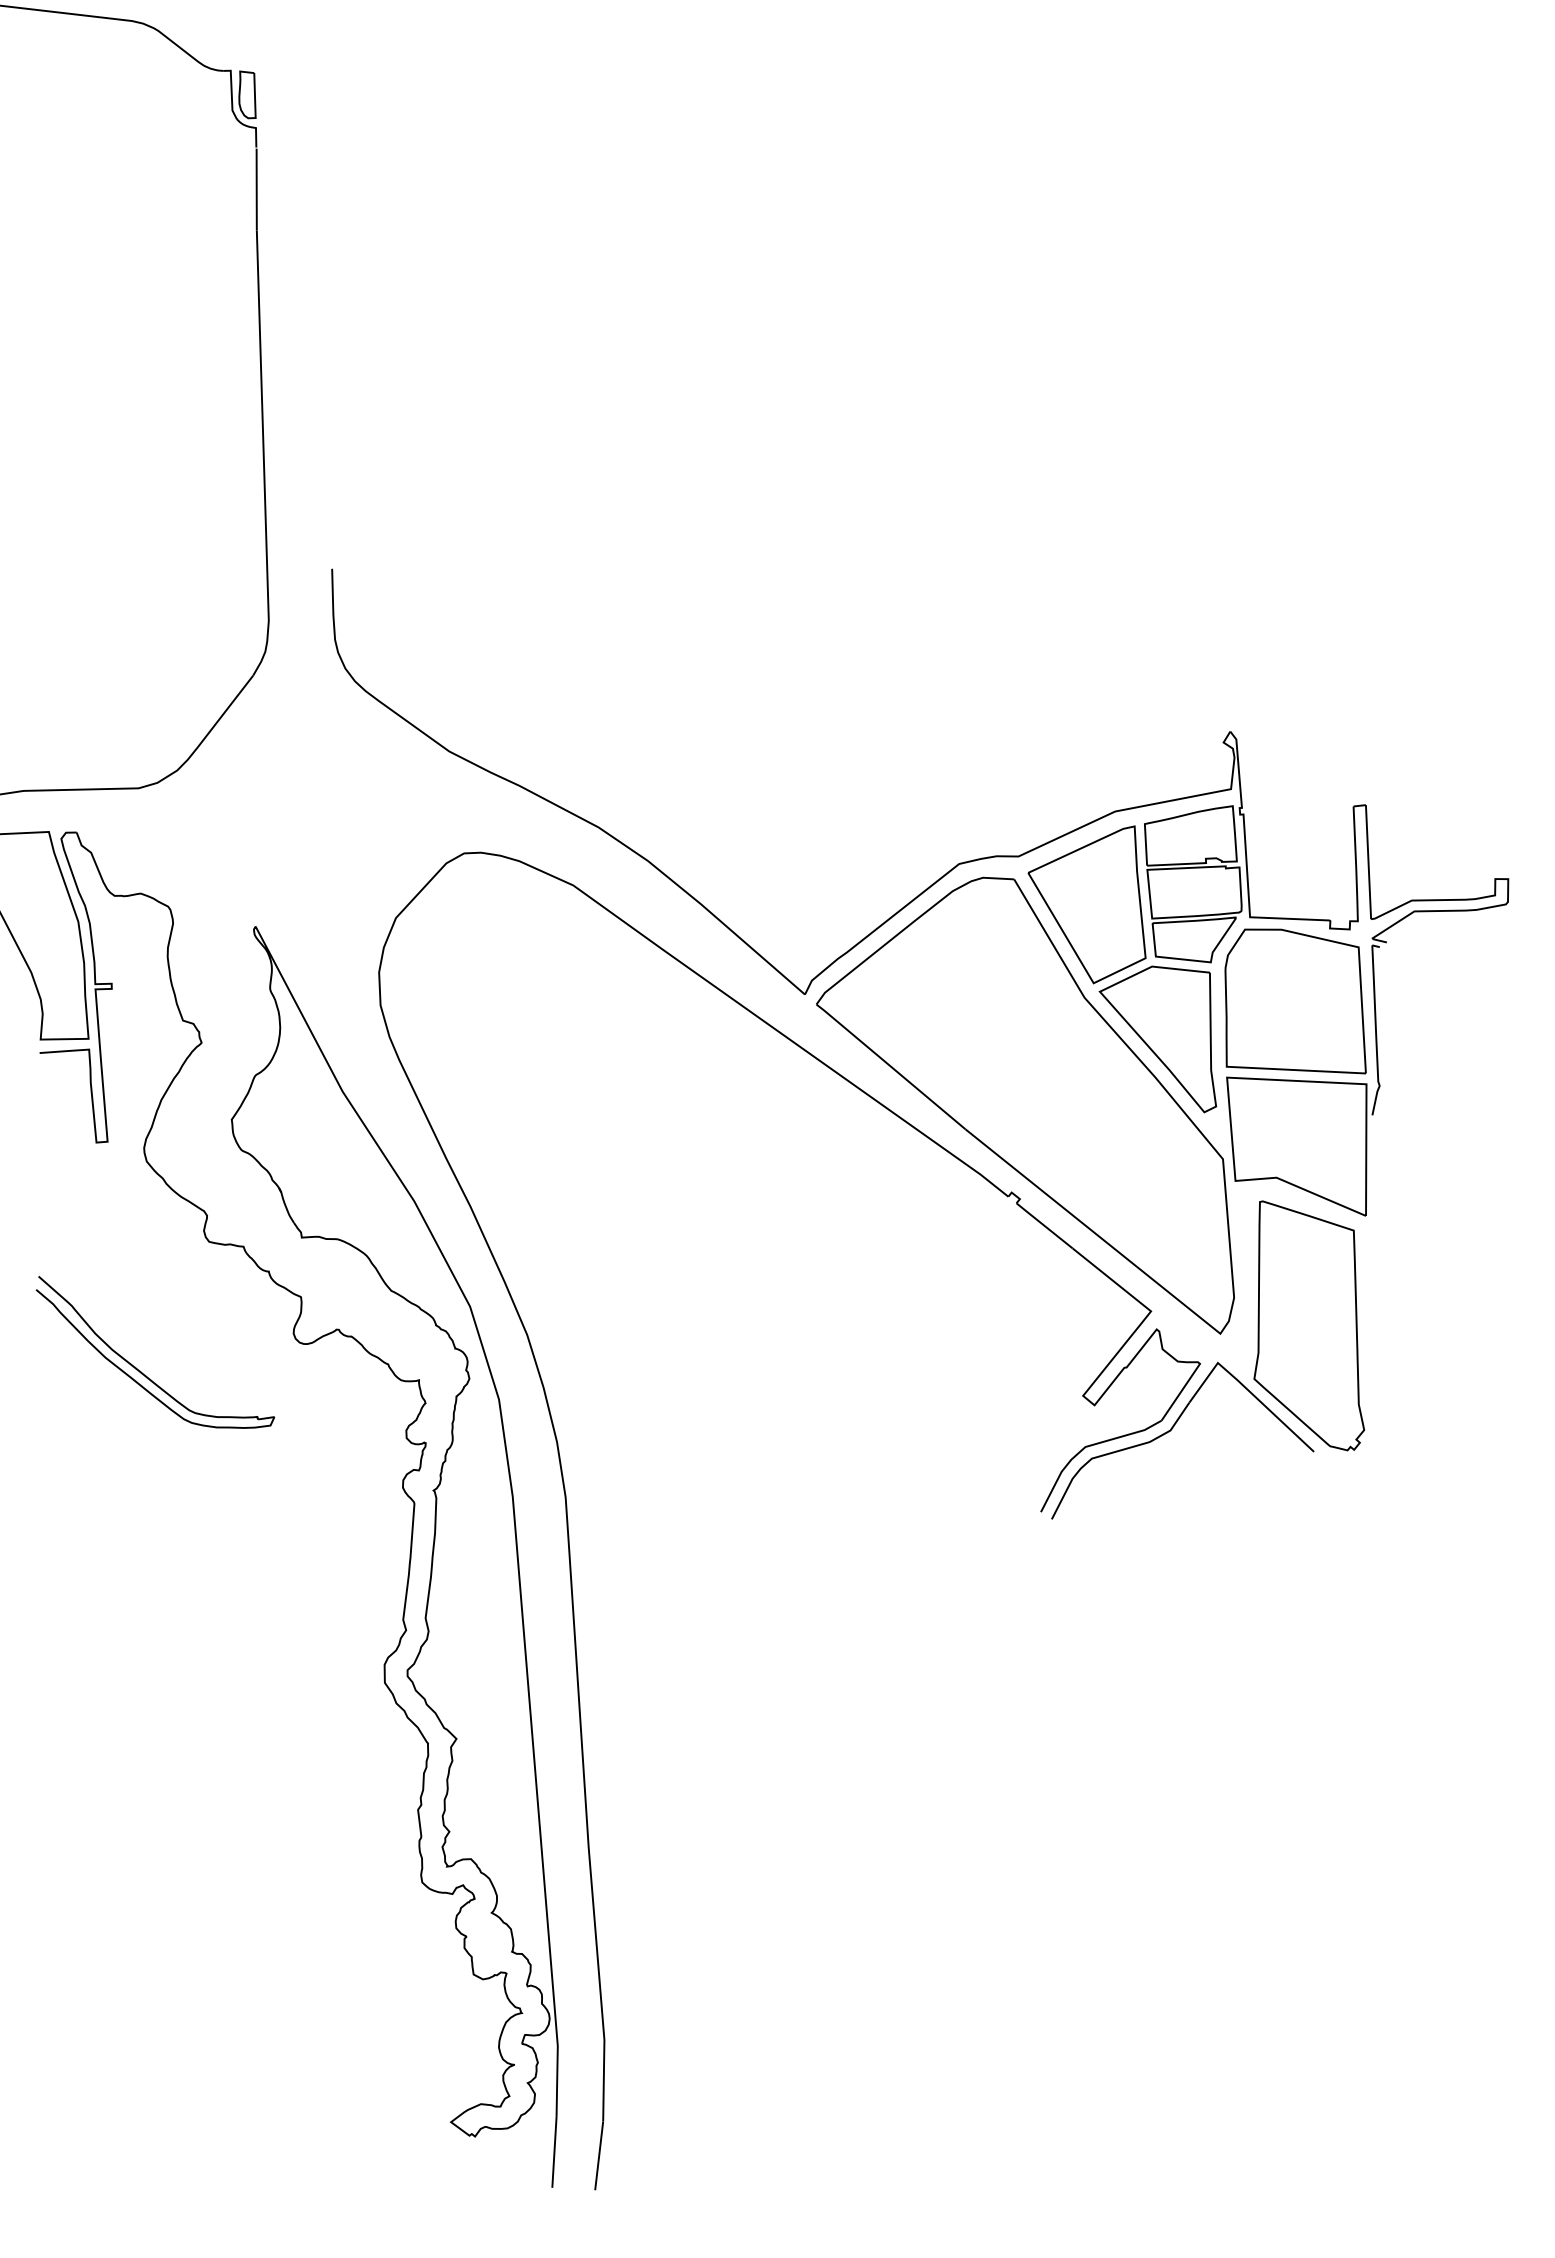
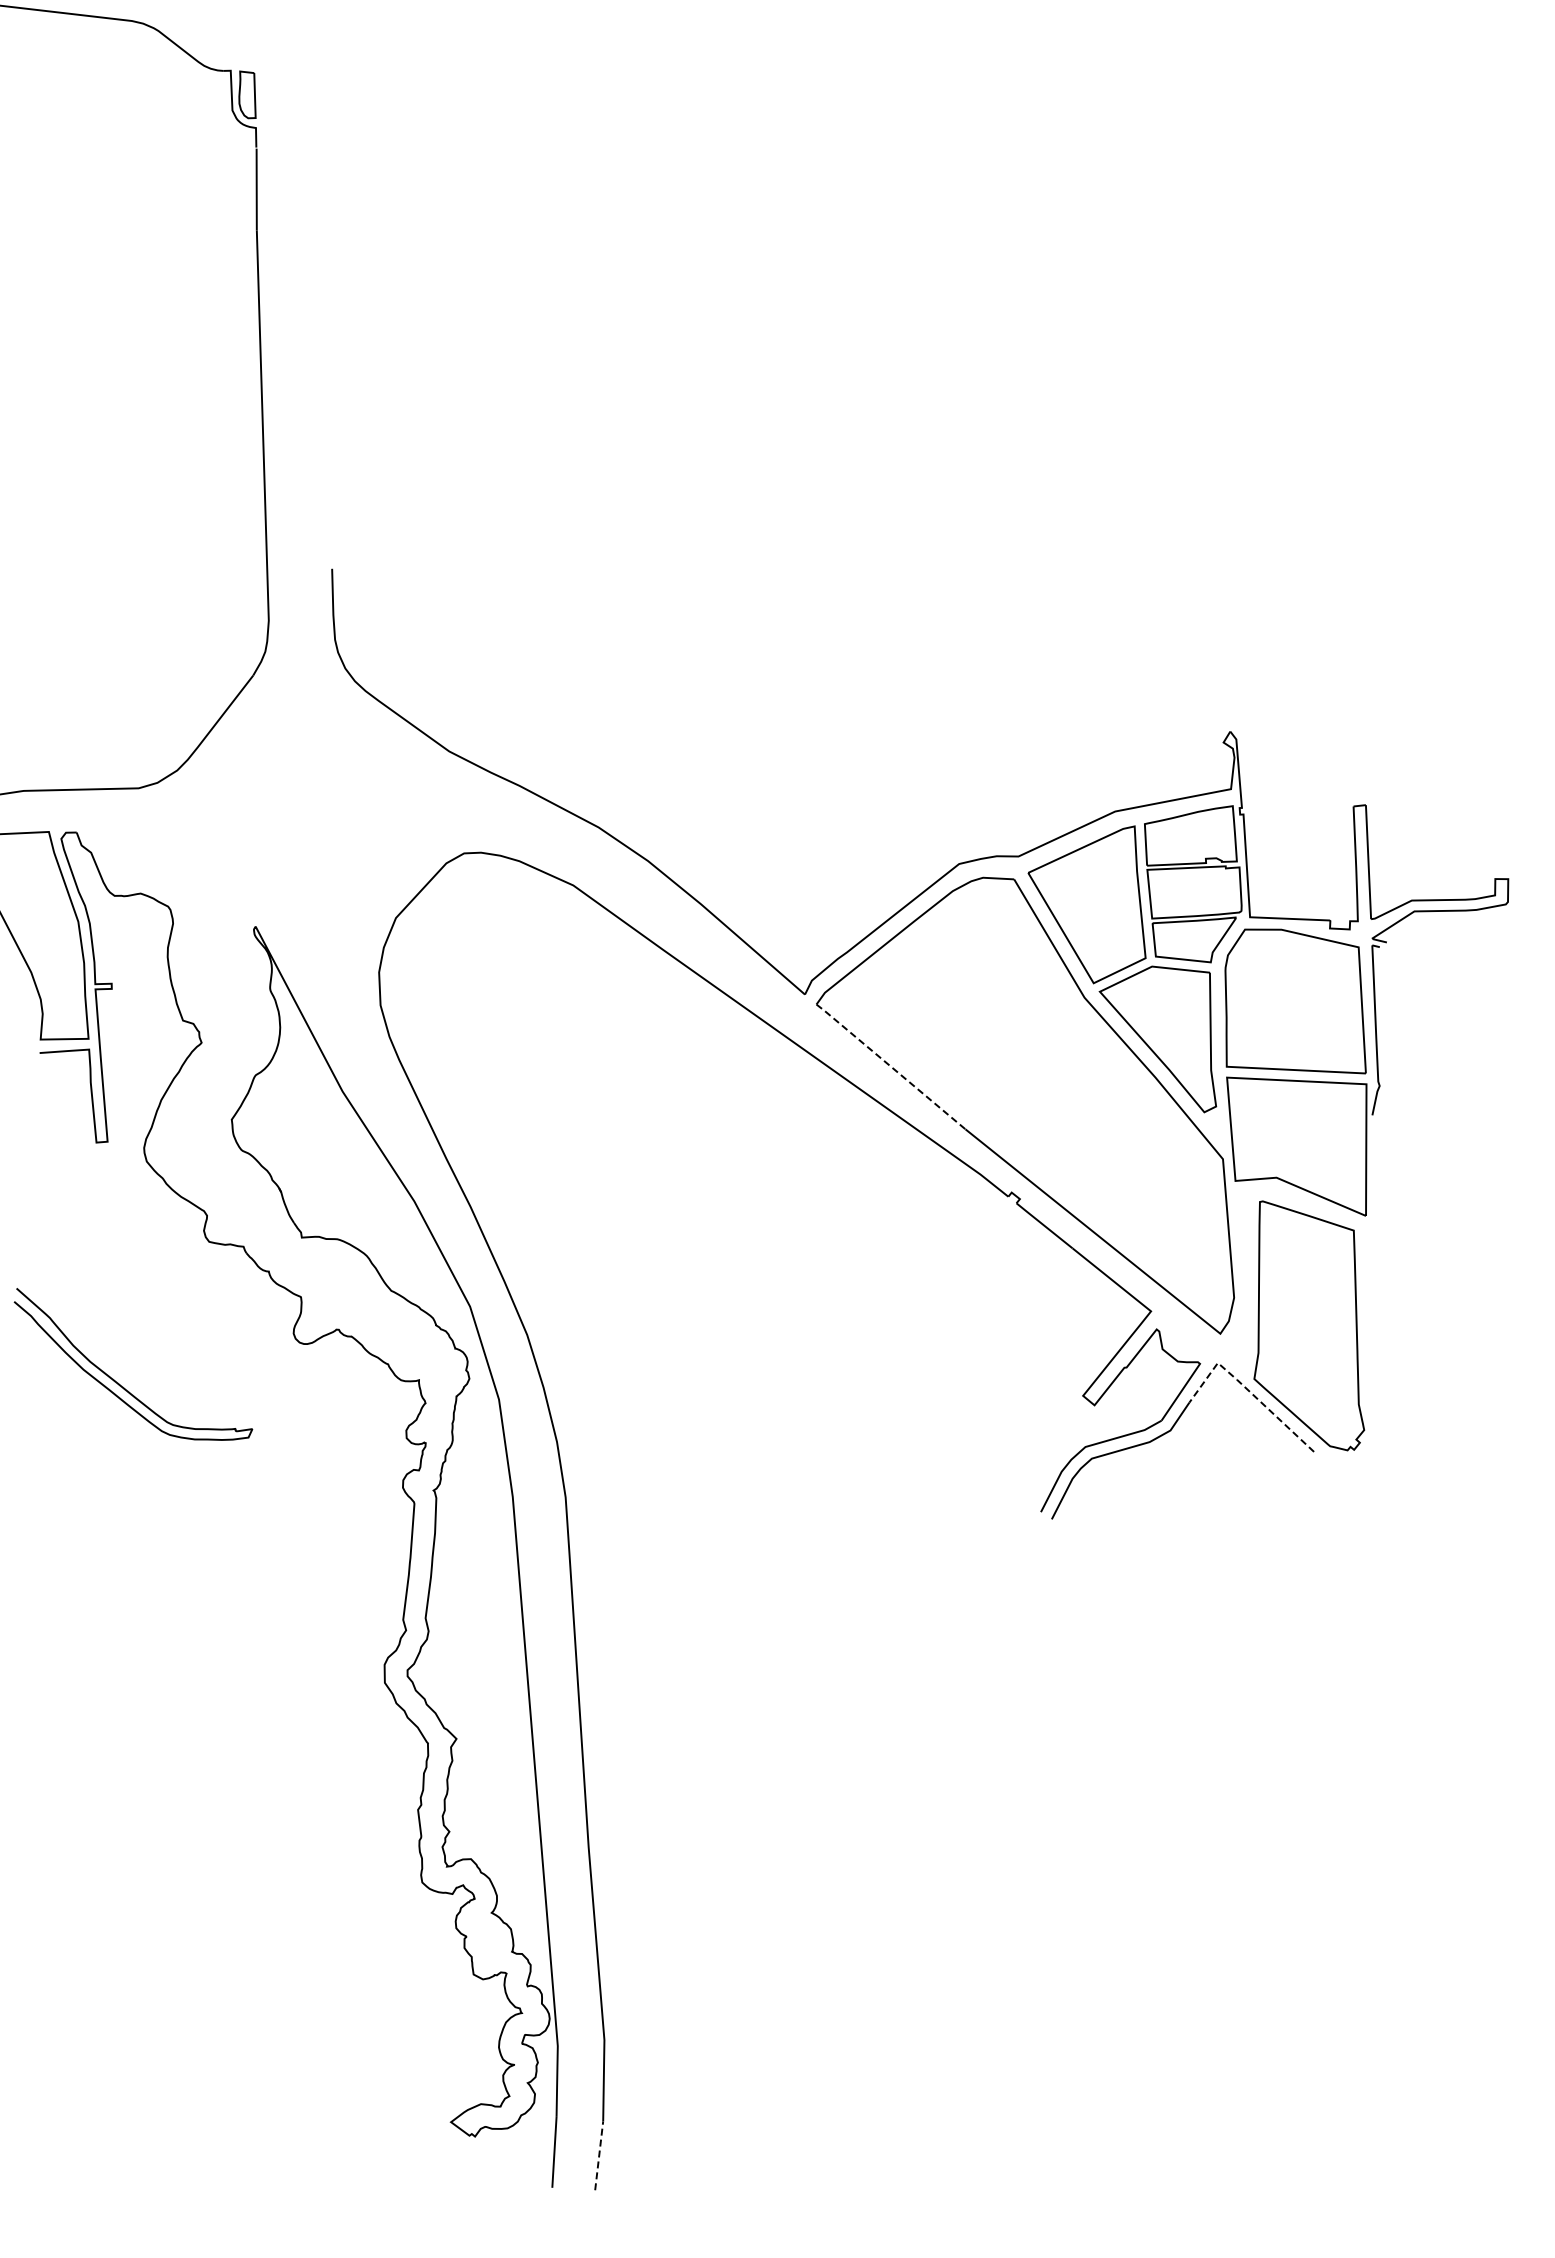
line at (890, 1066): solid -> dashed
curve at (140, 1370) position: (140, 1370) -> (118, 1382)
line at (1247, 1389): solid -> dashed
line at (599, 2155): solid -> dashed
